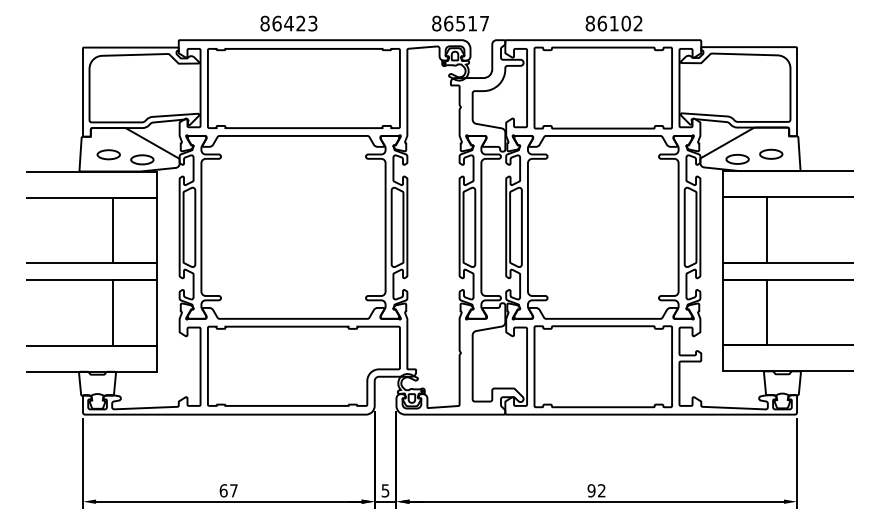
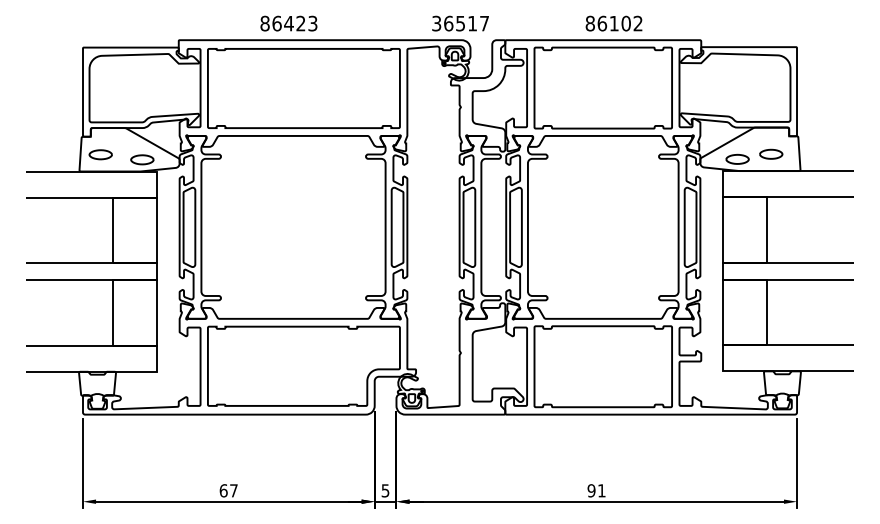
text at (436, 23): 86517 -> 36517
part at (108, 154) position: (108, 154) -> (100, 154)
text at (601, 490): 92 -> 91
